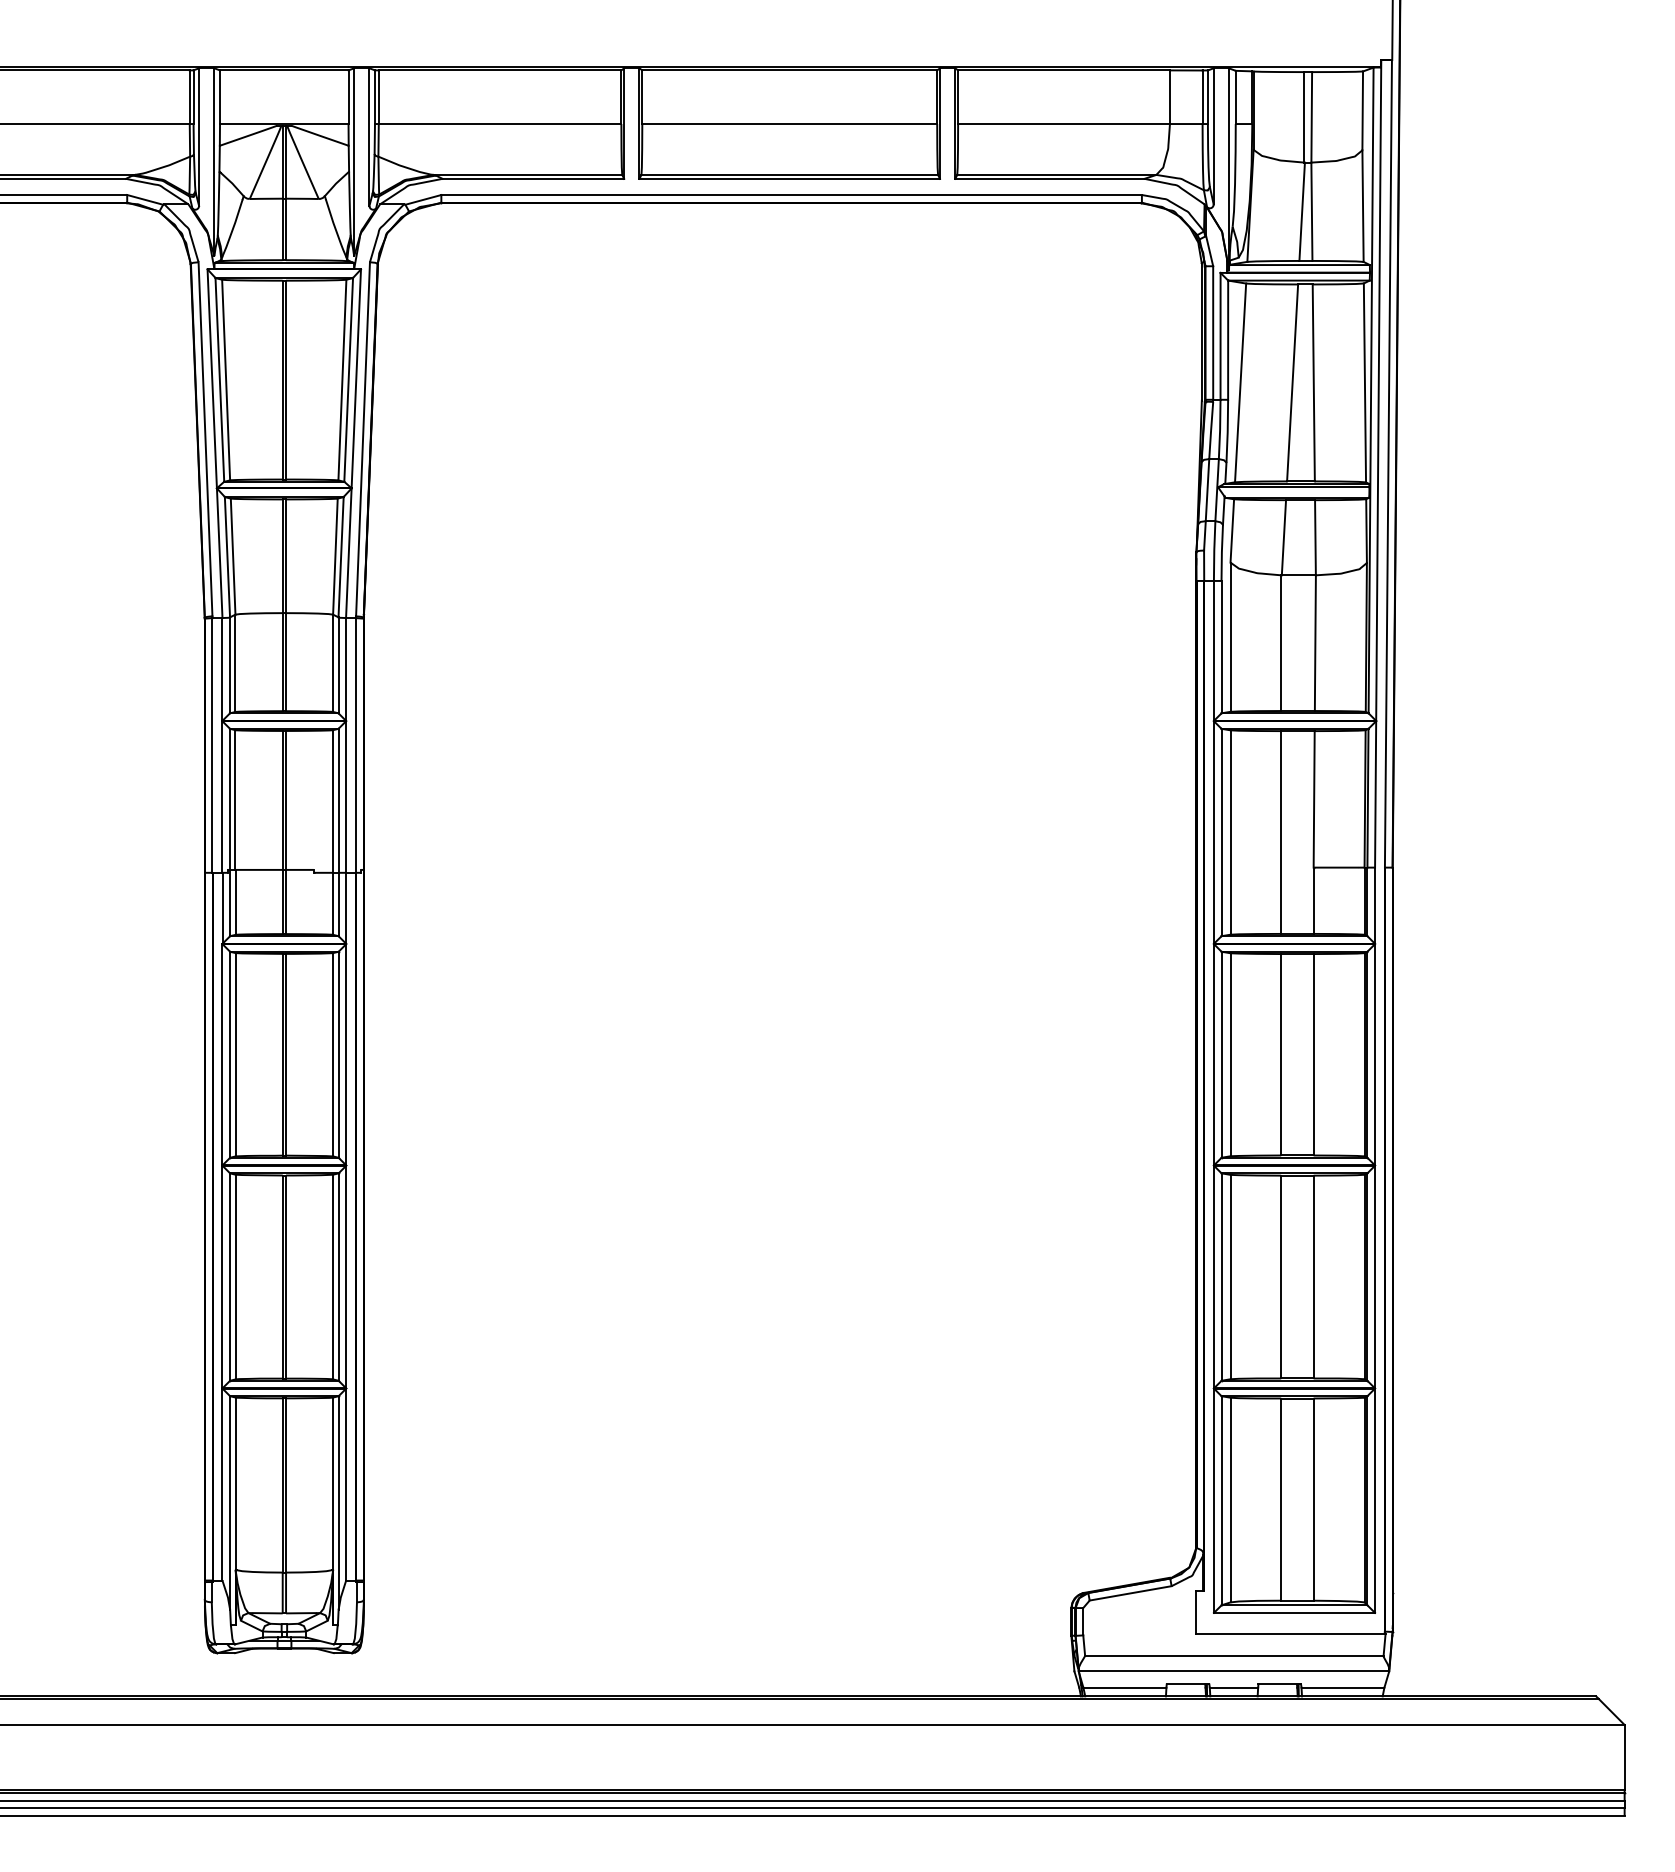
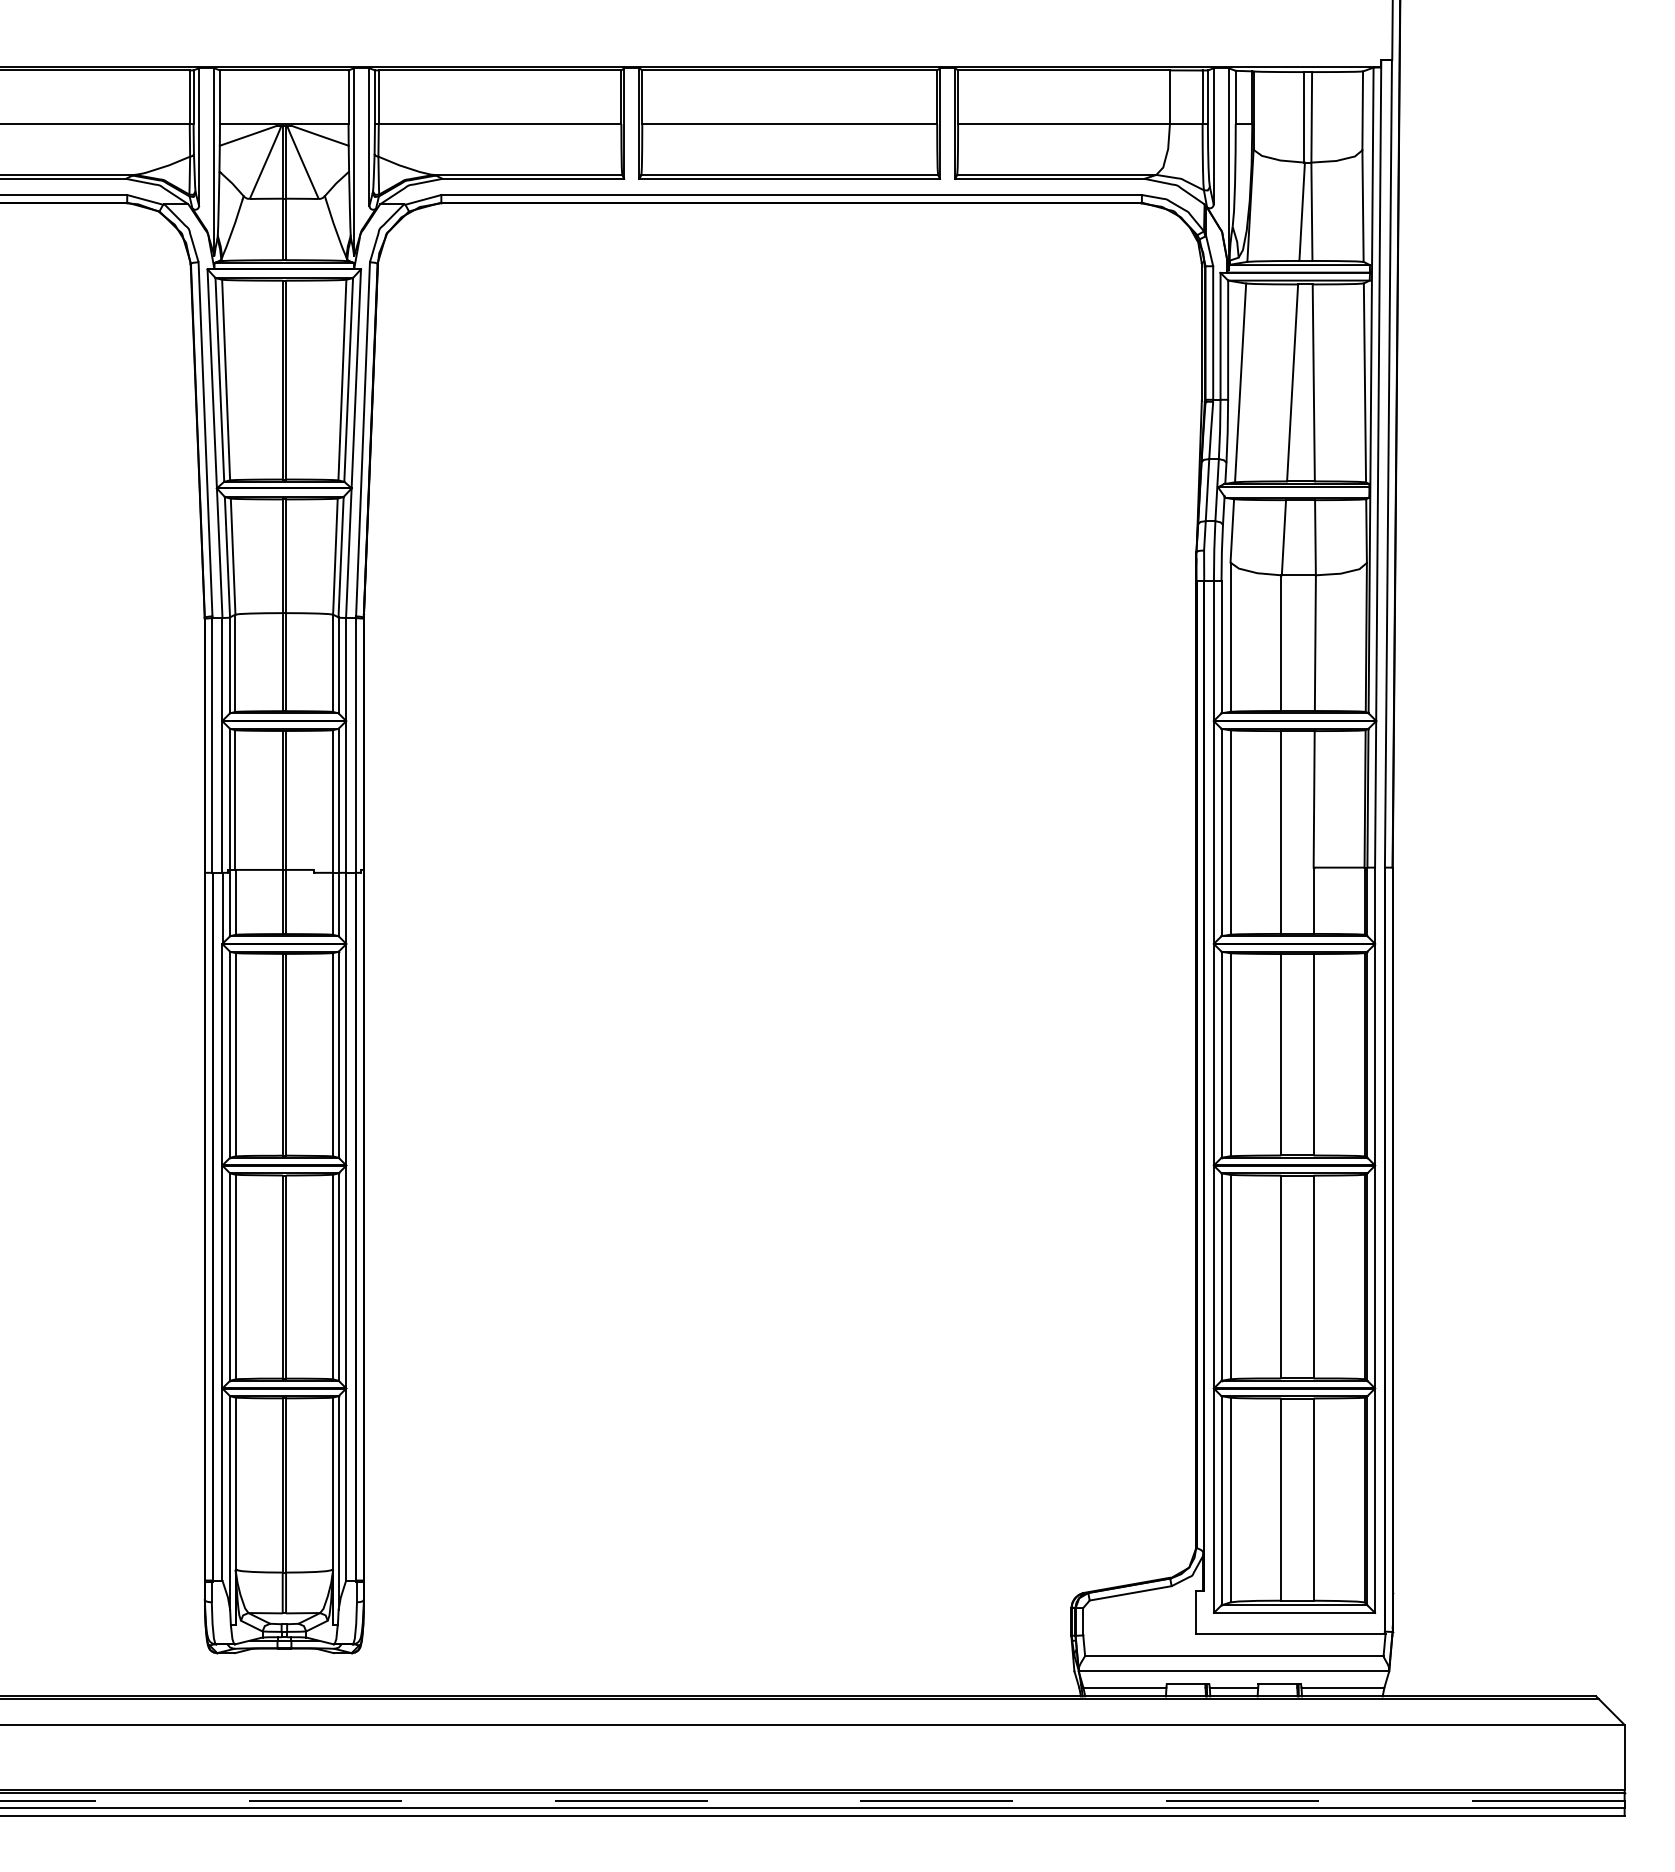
line at (812, 1800): solid -> dashed
